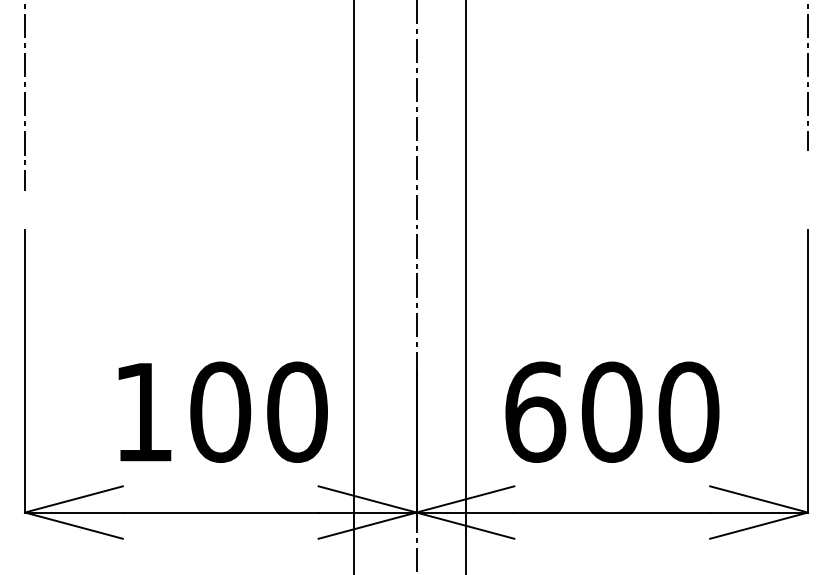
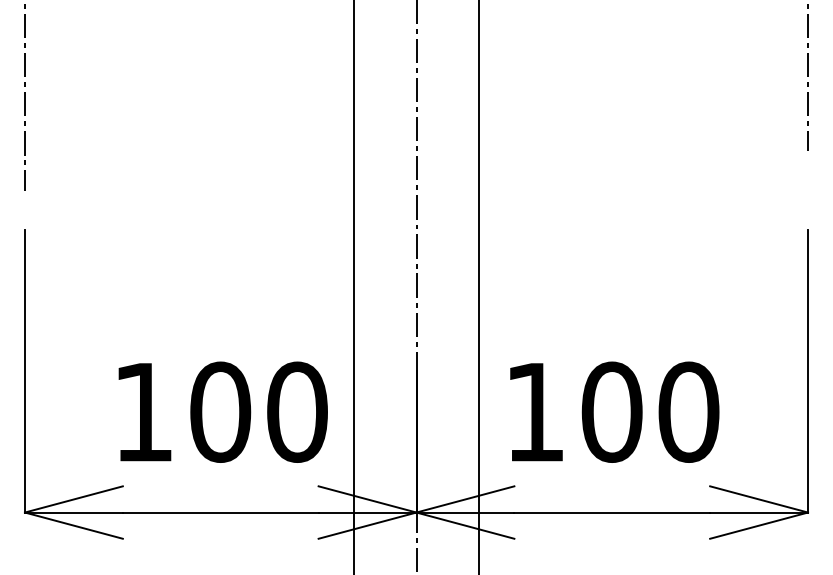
line at (466, 286) position: (466, 286) -> (479, 286)
text at (535, 411): 600 -> 100
